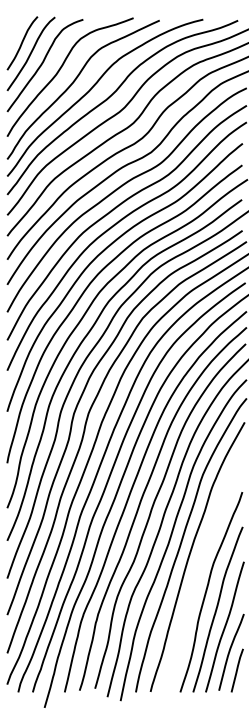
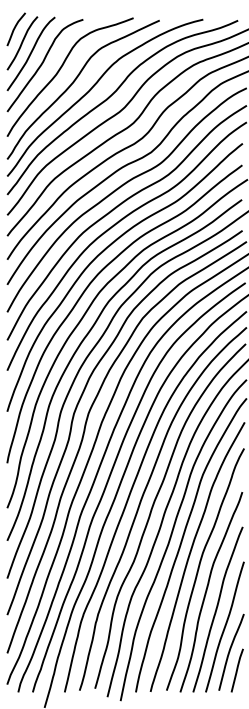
curve at (15, 28): none -> present
curve at (199, 569): none -> present
